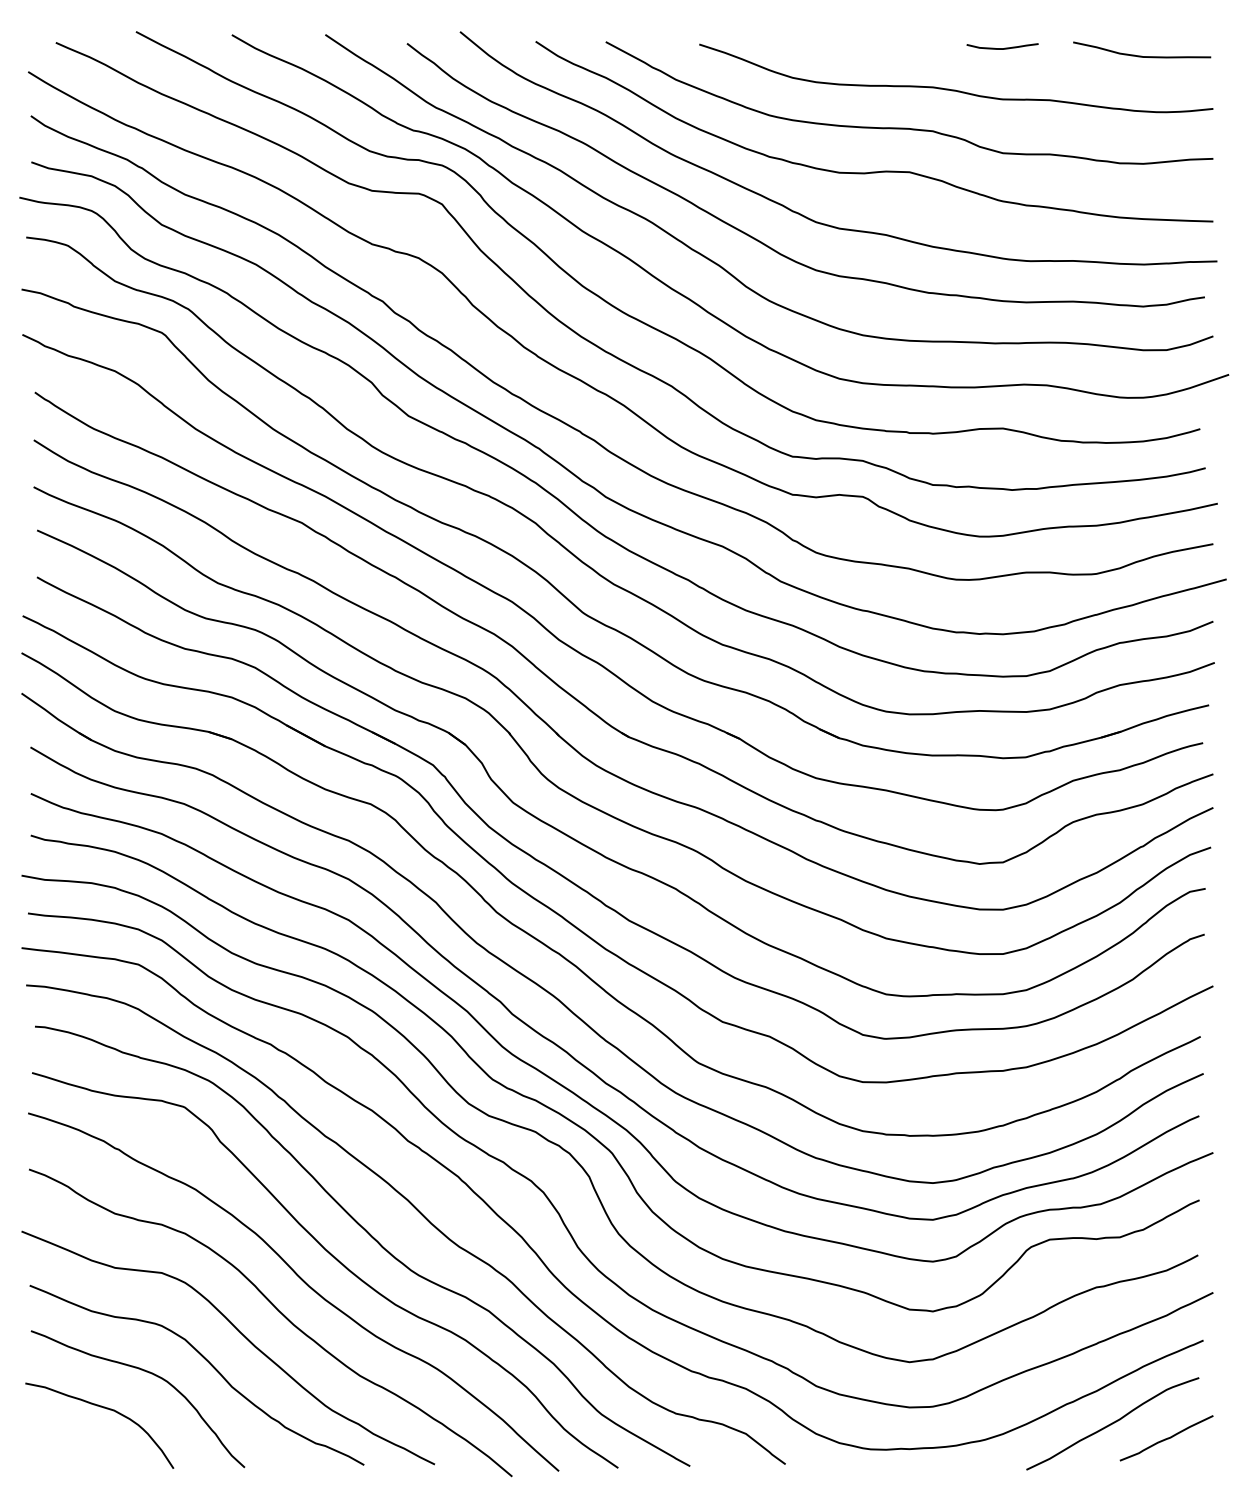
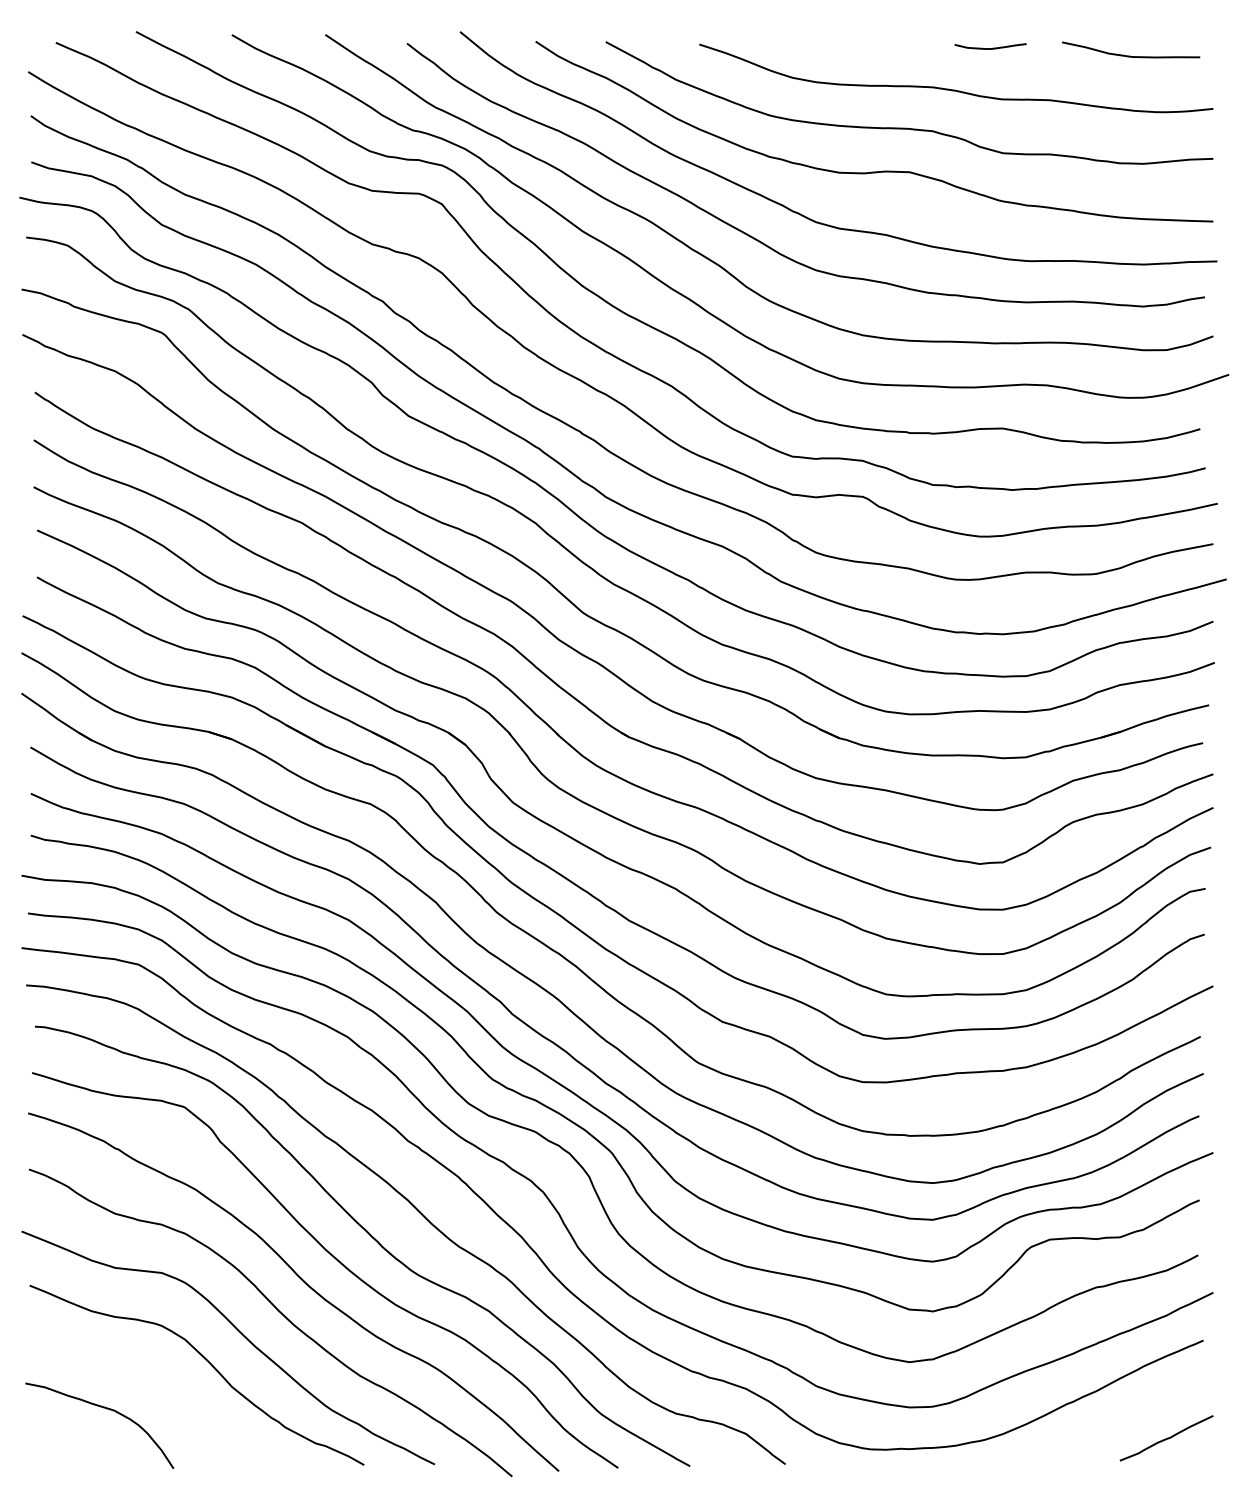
curve at (1002, 48) position: (1002, 48) -> (990, 48)
curve at (1141, 55) position: (1141, 55) -> (1130, 55)
curve at (146, 1372): present -> none
curve at (1112, 1423): present -> none
